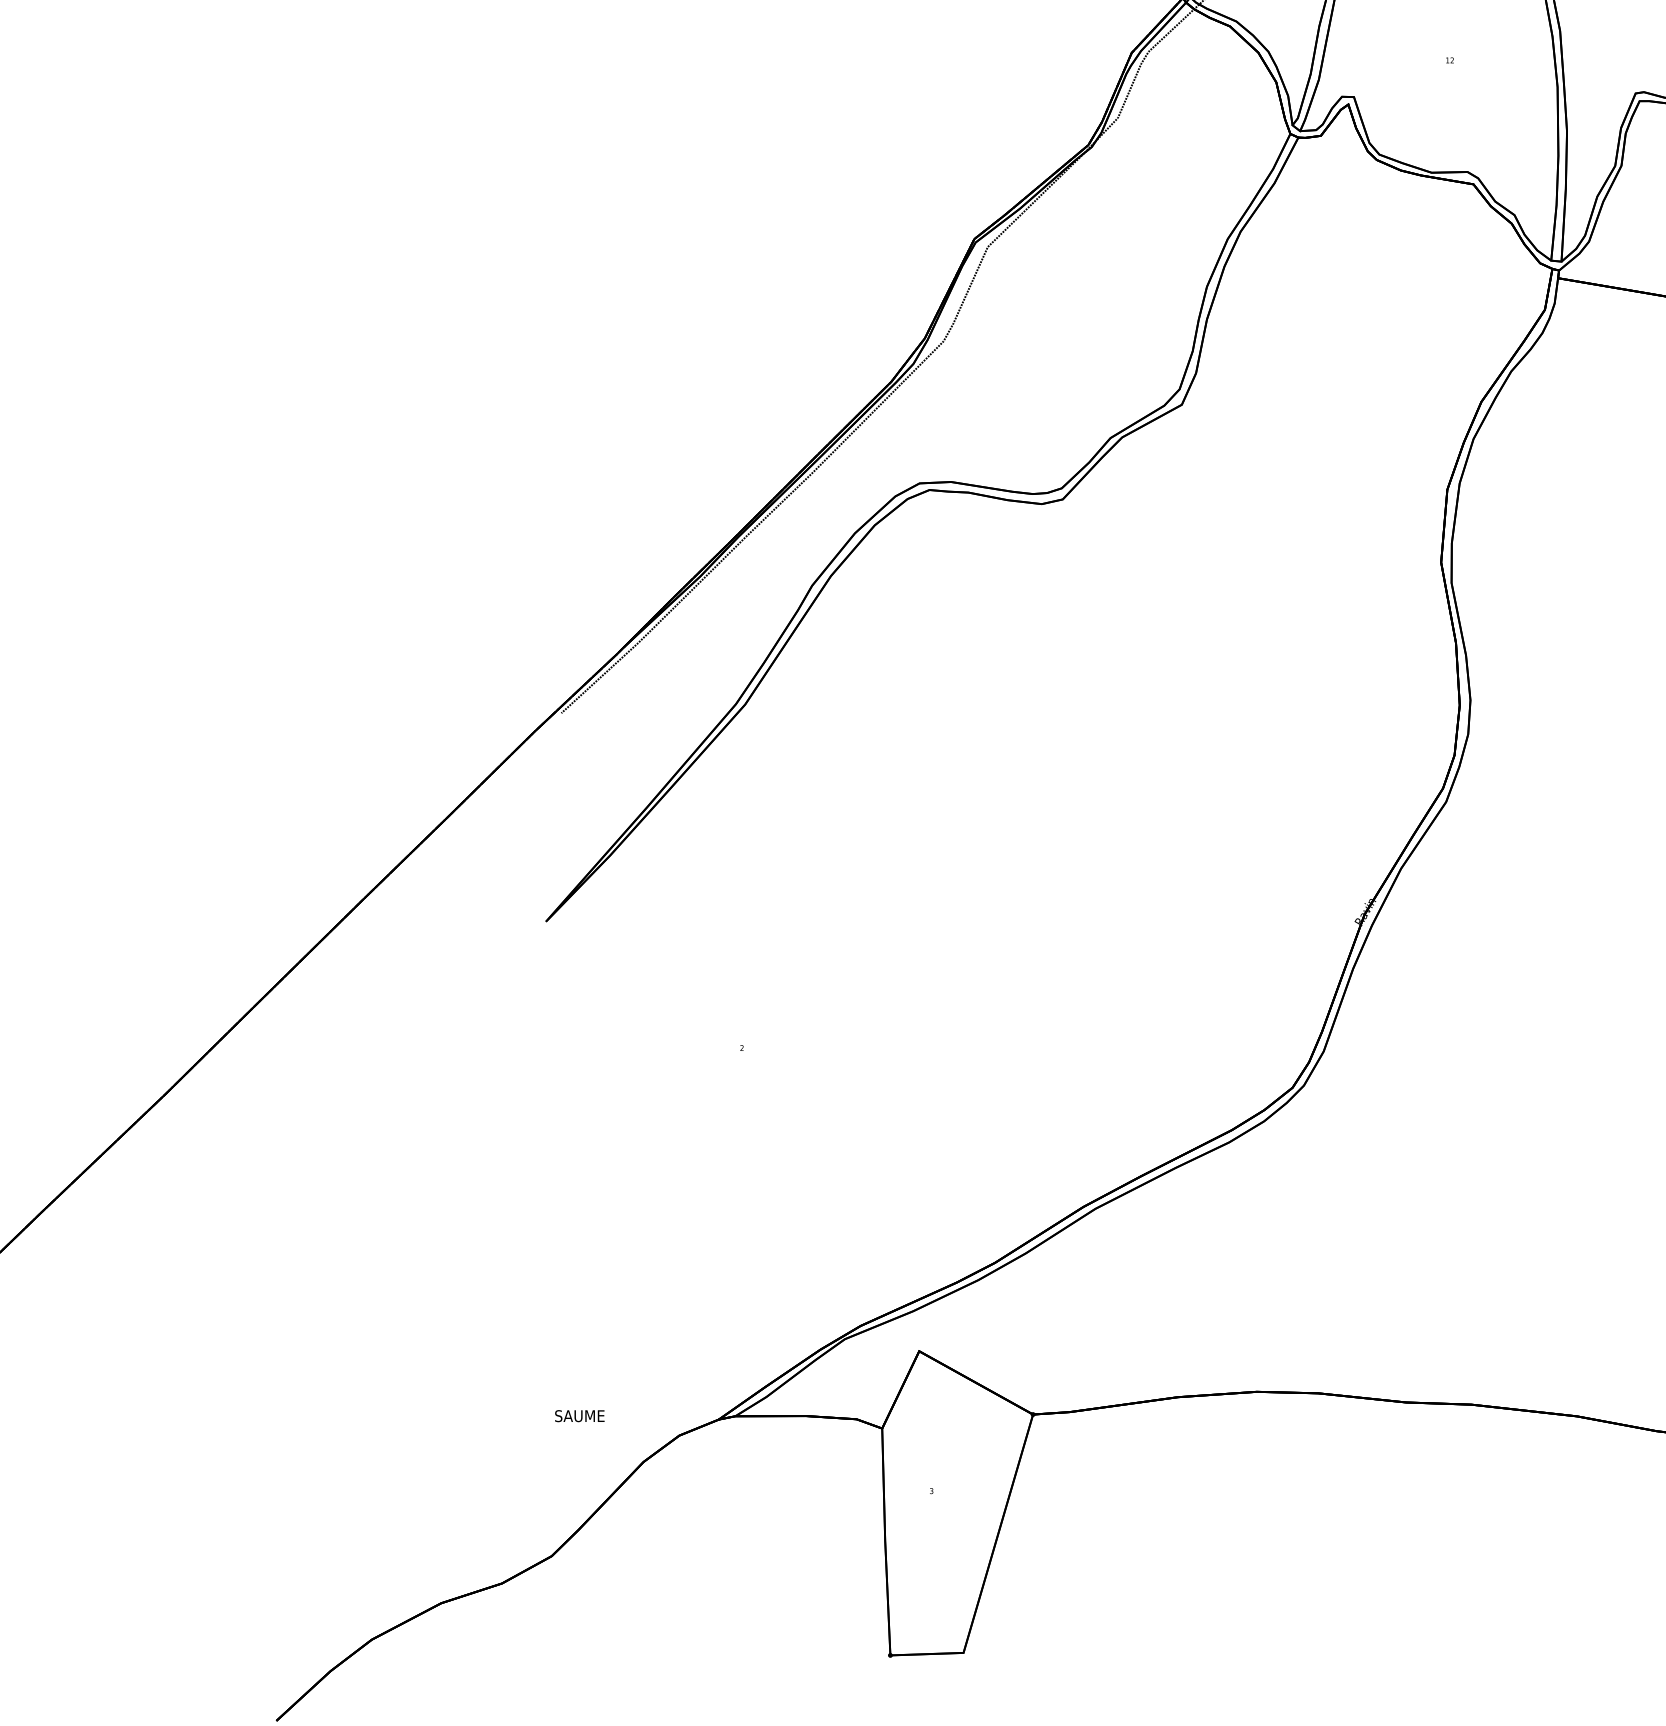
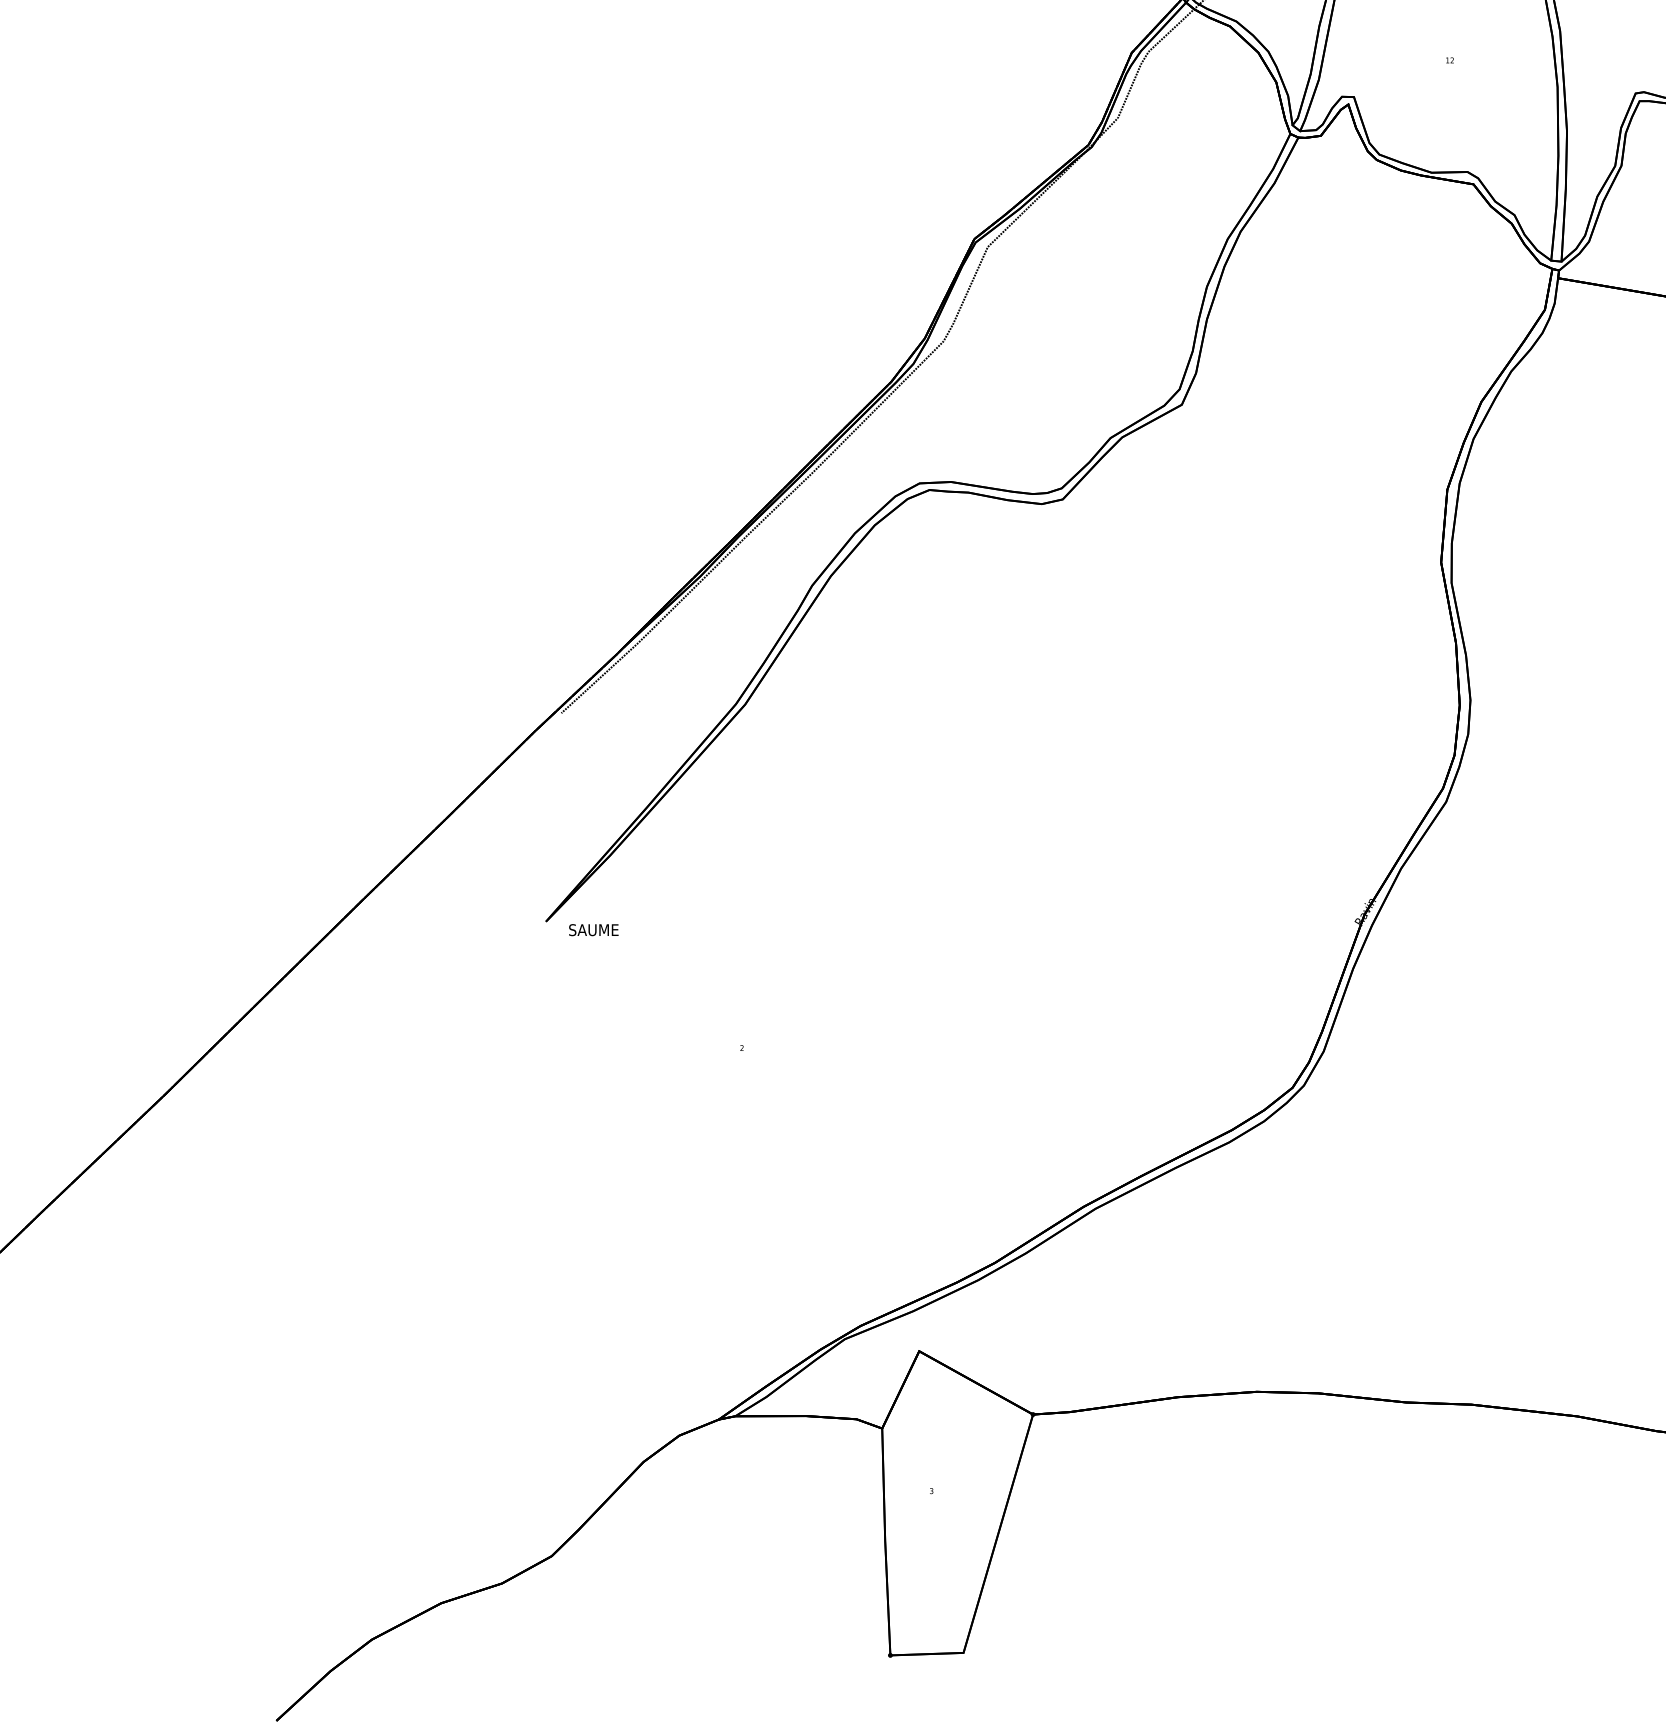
text at (579, 1416) position: (579, 1416) -> (593, 930)
